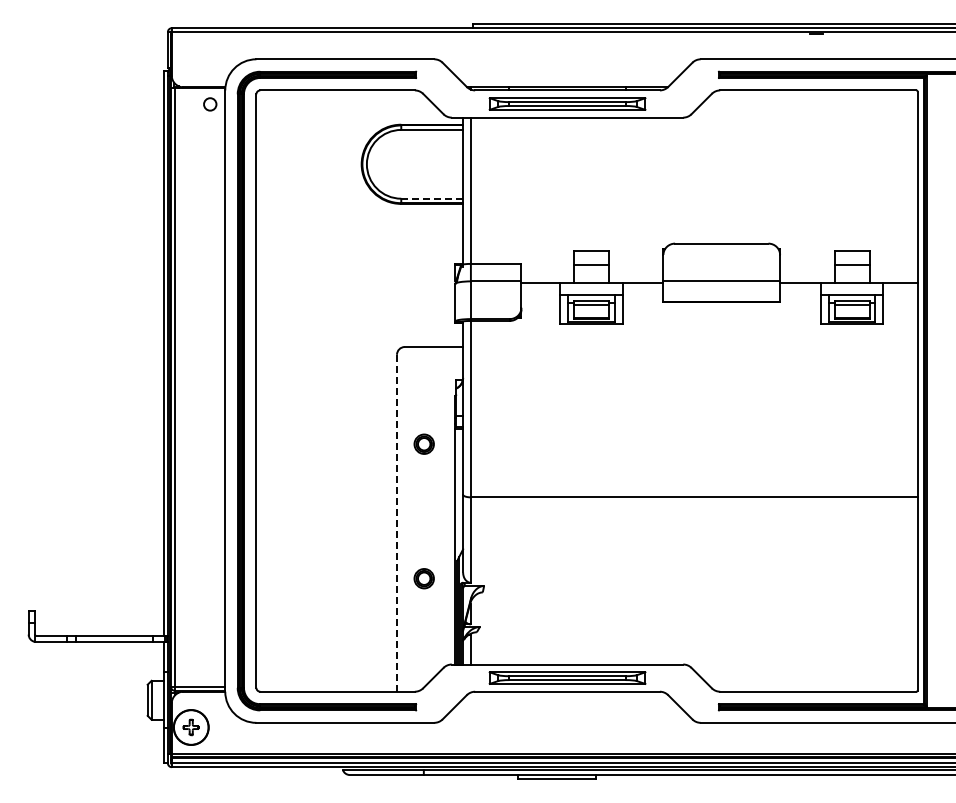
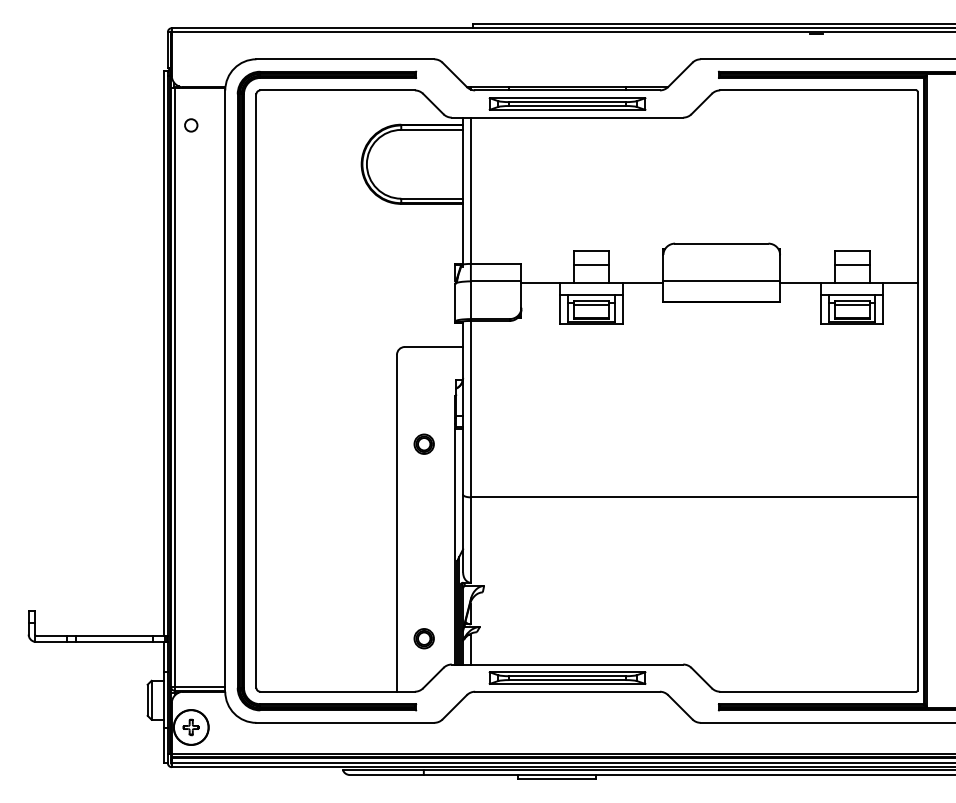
circle at (210, 104) position: (210, 104) -> (191, 125)
line at (432, 198): dashed -> solid
line at (397, 523): dashed -> solid
part at (423, 578) position: (423, 578) -> (423, 638)
